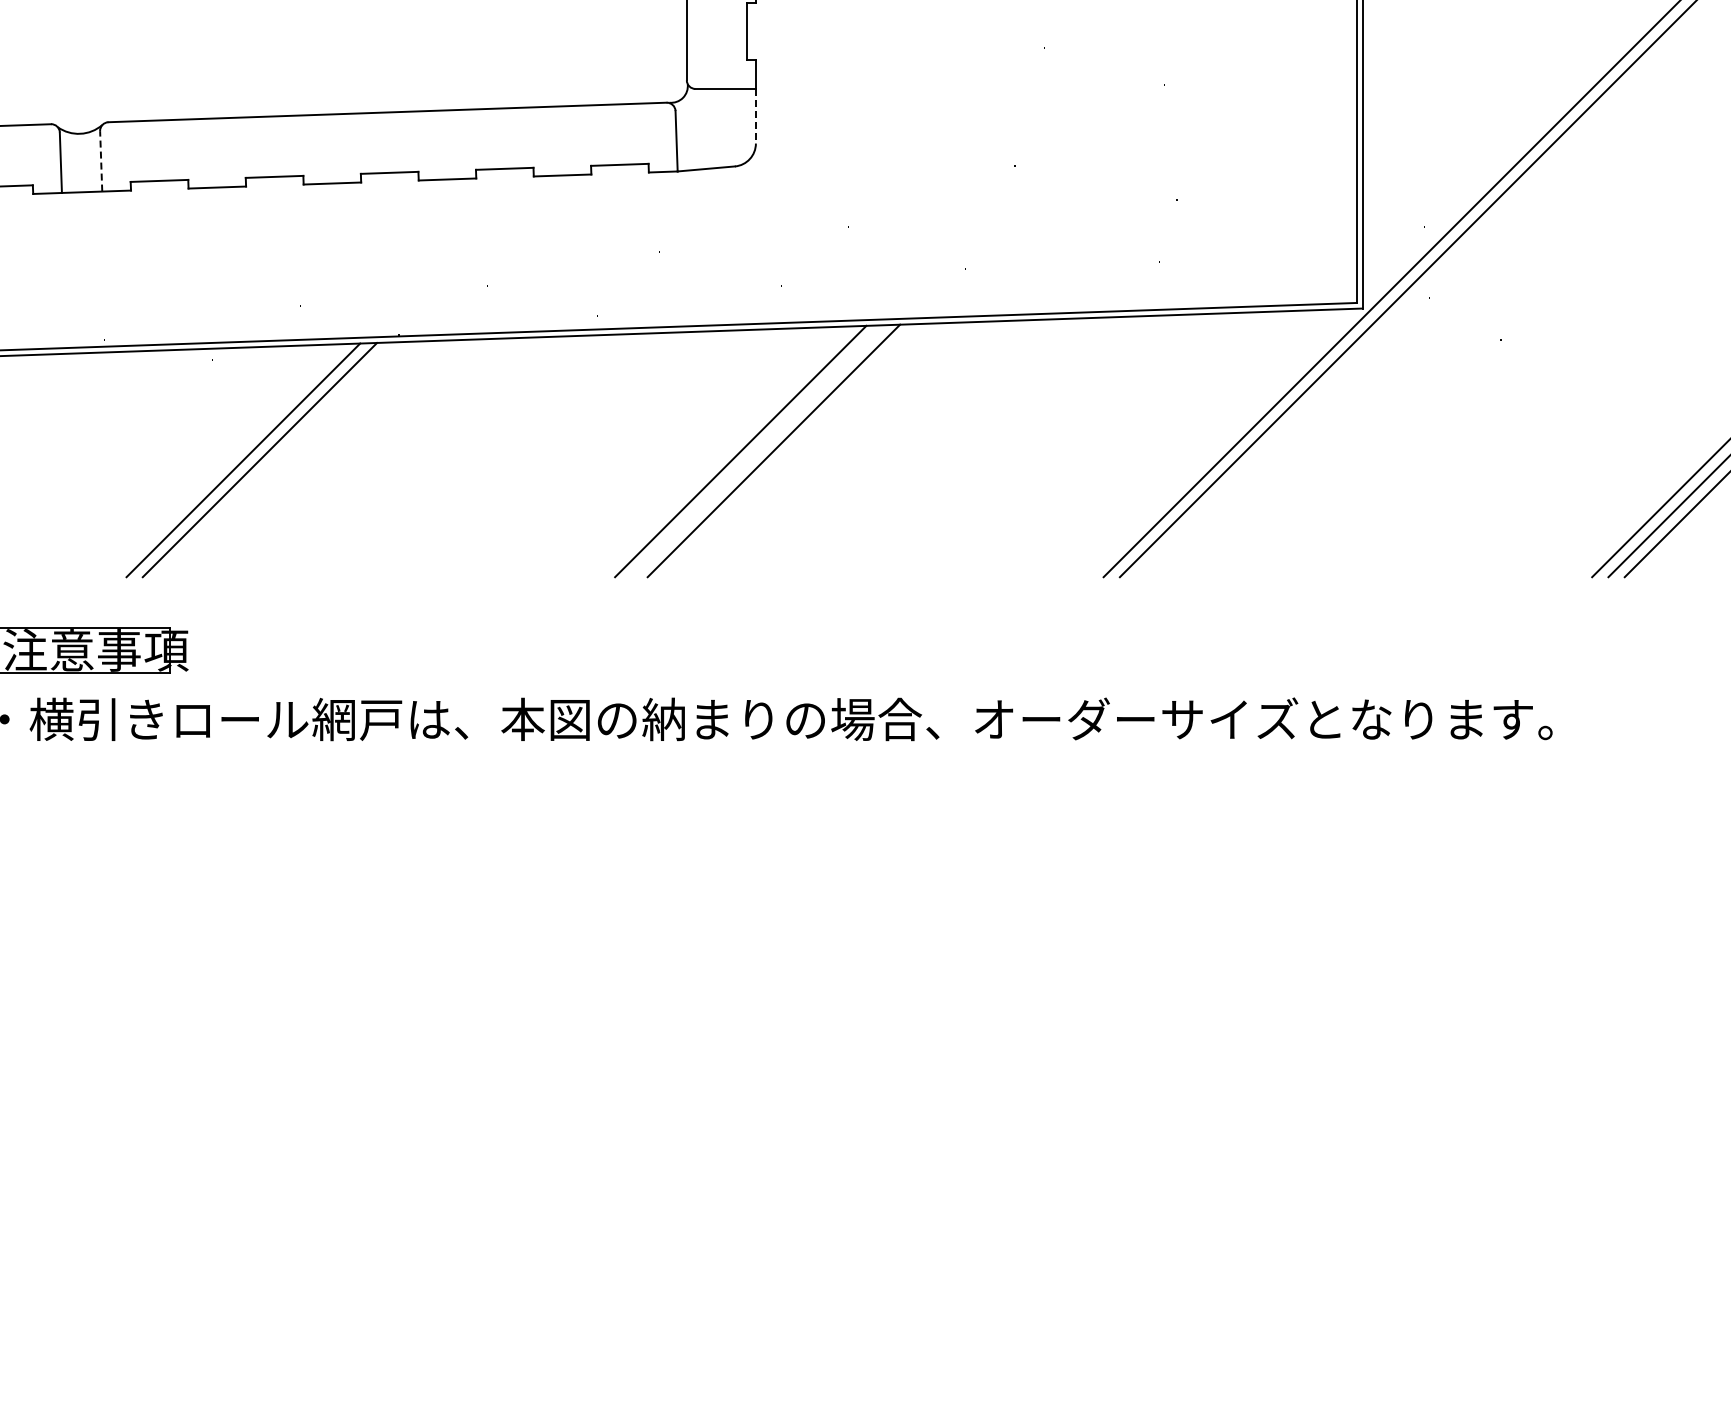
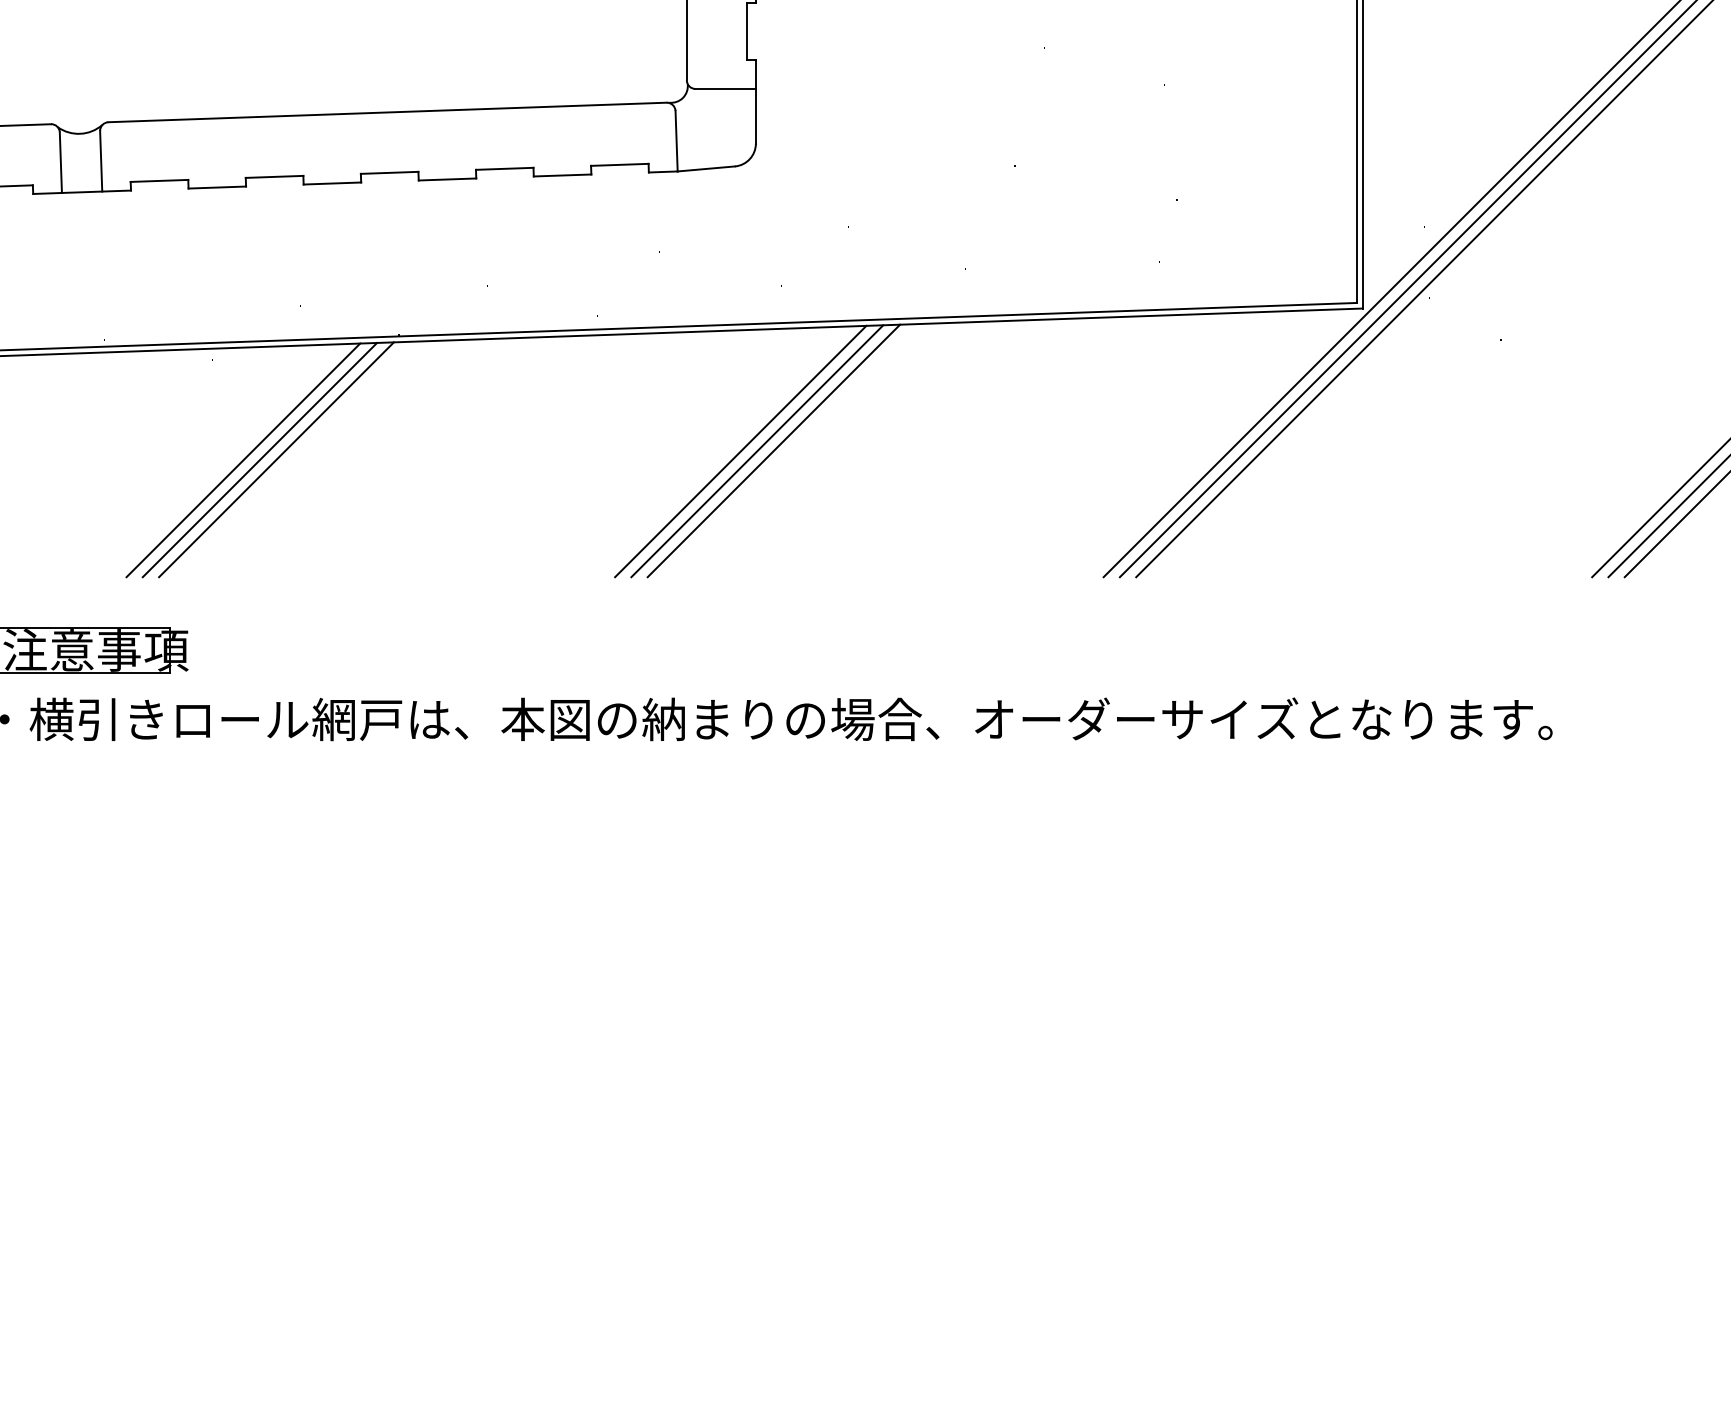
line at (755, 116): dashed -> solid
line at (101, 160): dashed -> solid
line at (1423, 289): none -> present
line at (757, 451): none -> present
line at (276, 459): none -> present
